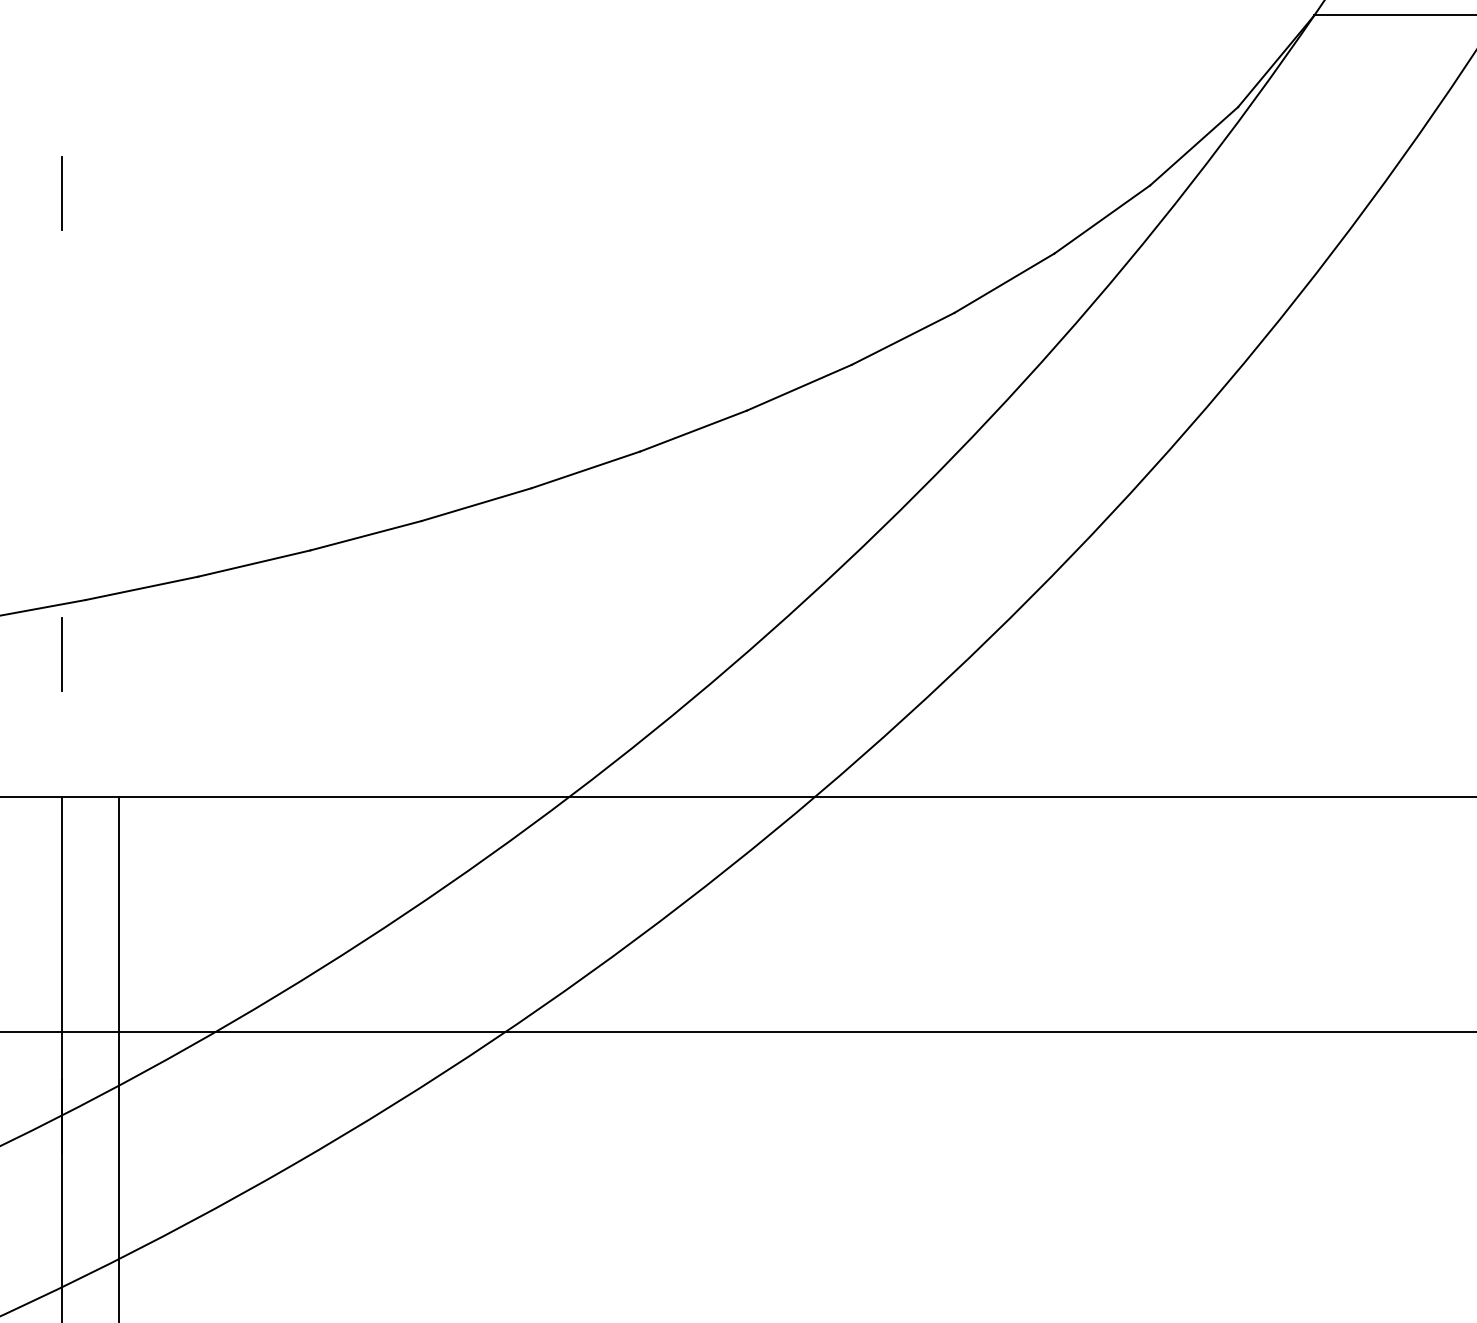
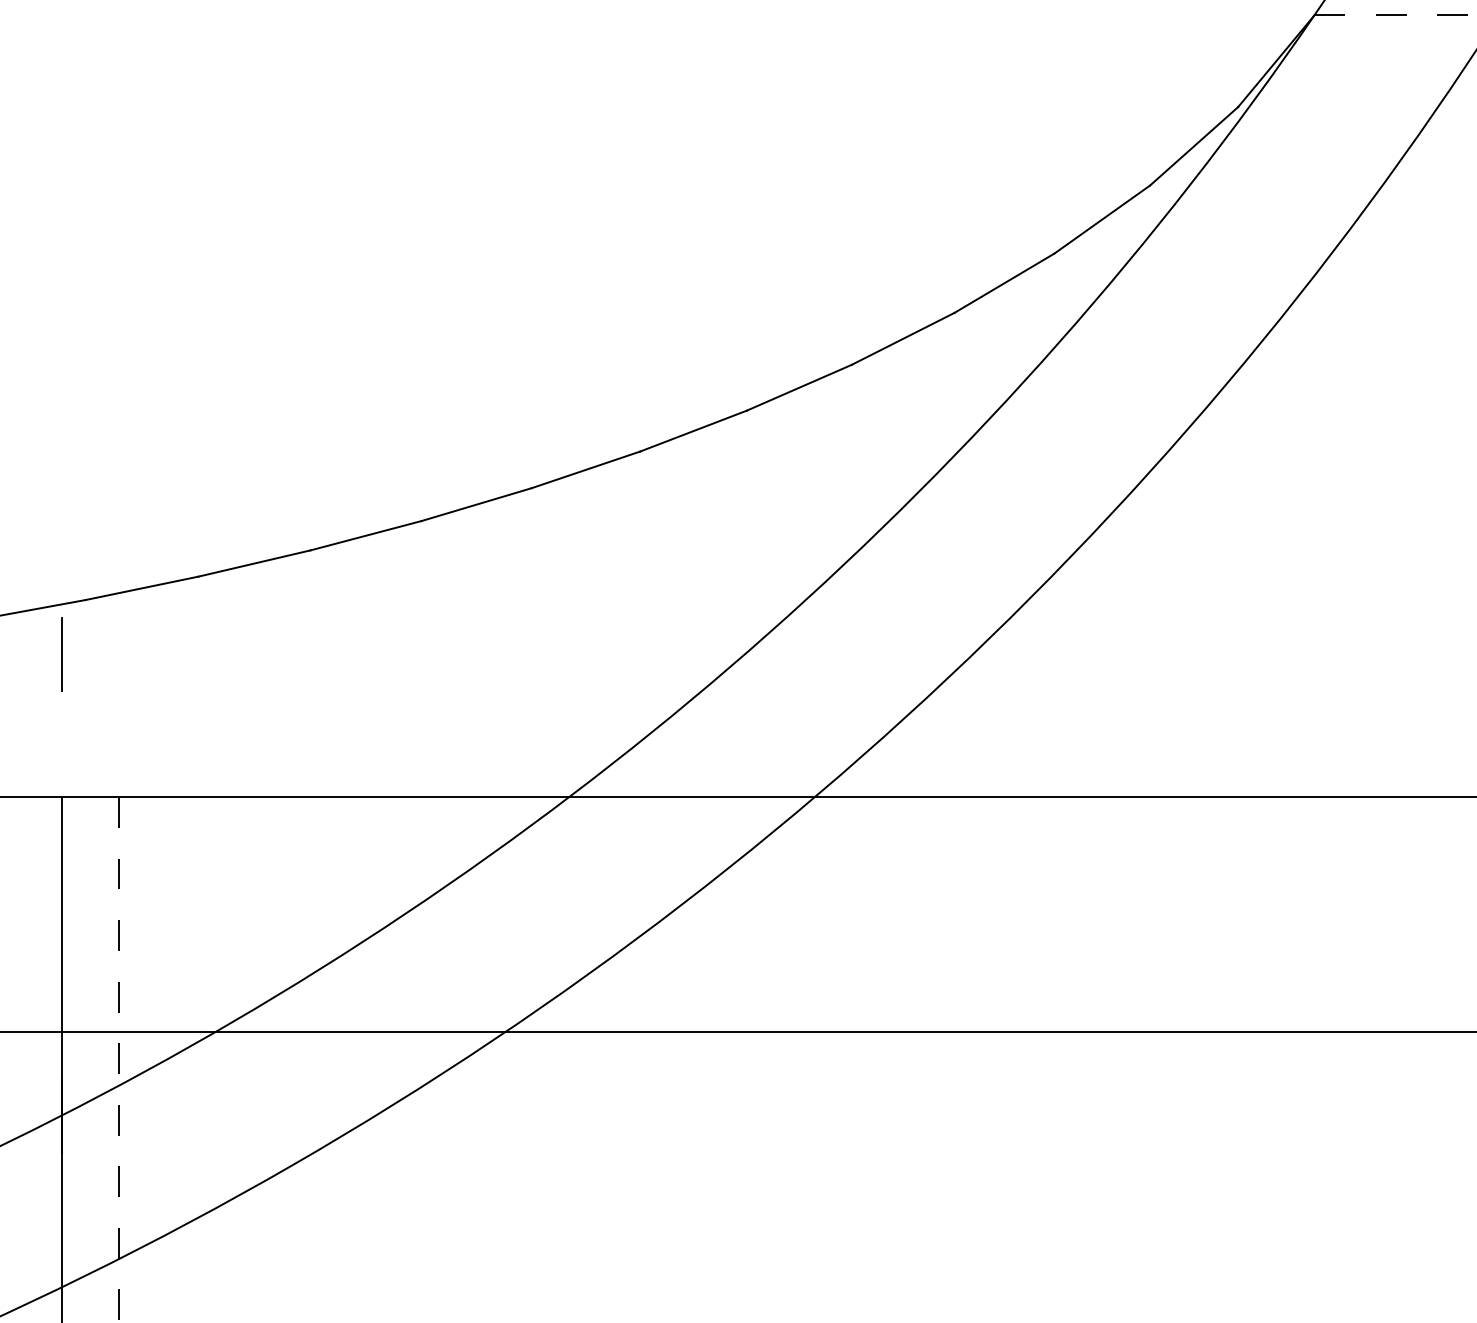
line at (1396, 15): solid -> dashed
line at (61, 192): present -> none
line at (119, 1060): solid -> dashed
